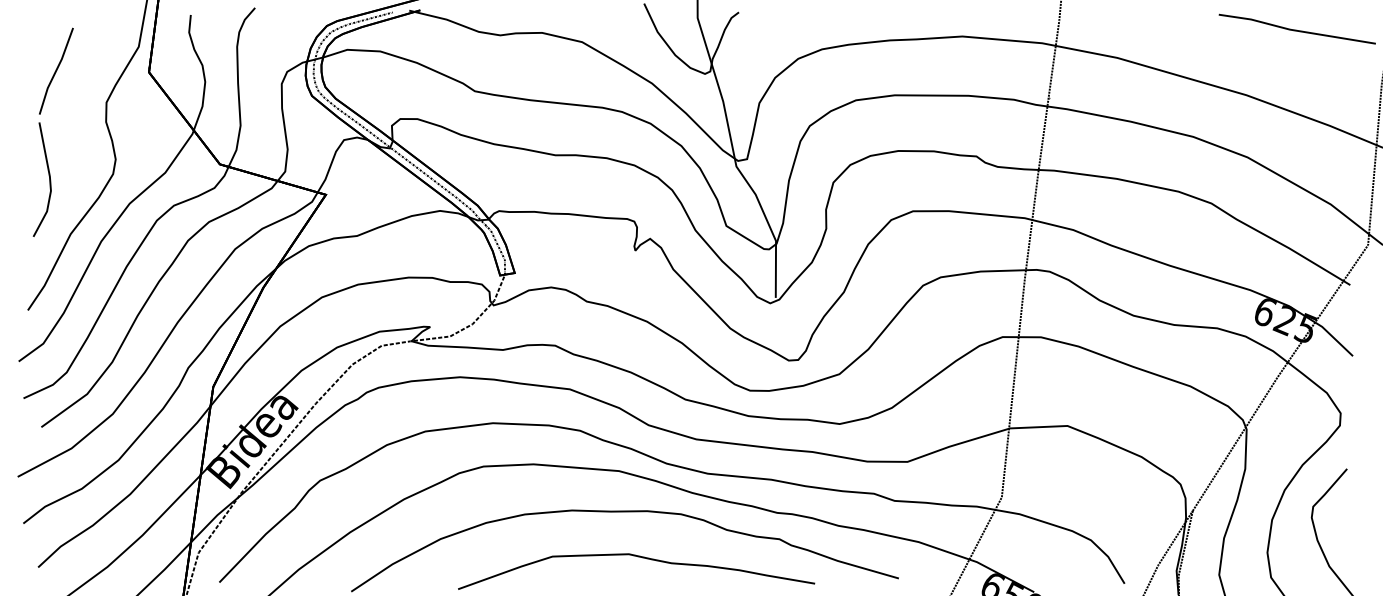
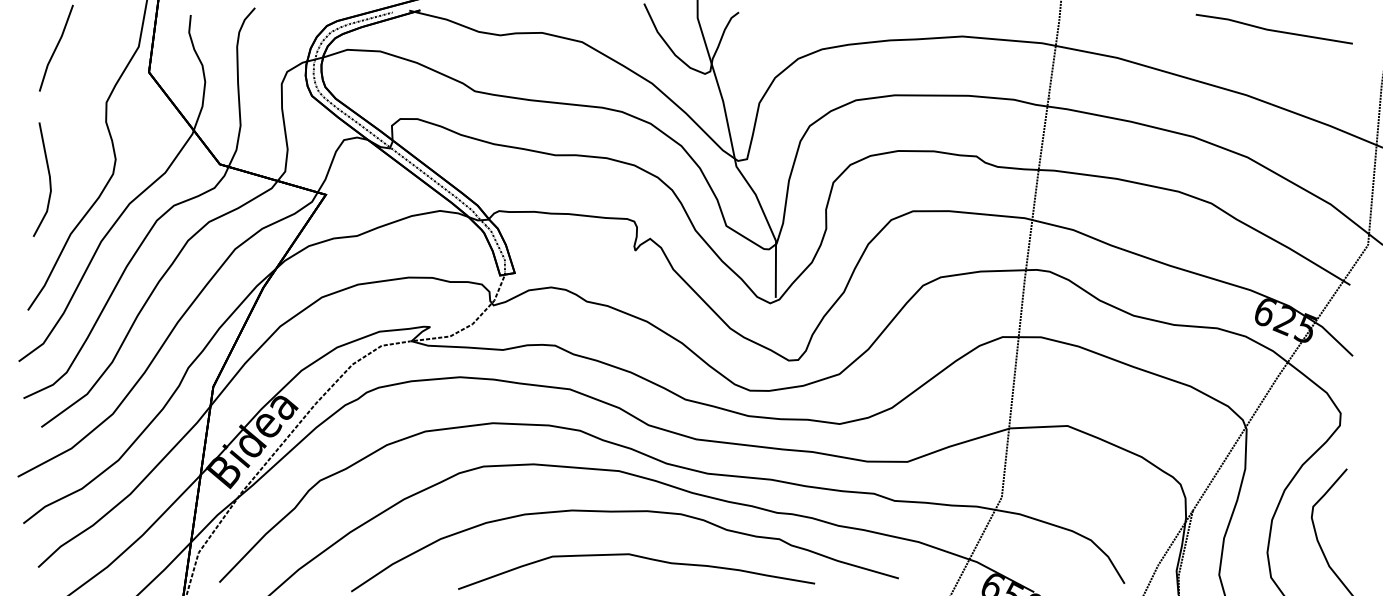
line at (1296, 29) position: (1296, 29) -> (1273, 29)
line at (56, 70) position: (56, 70) -> (56, 47)
